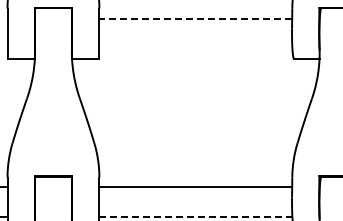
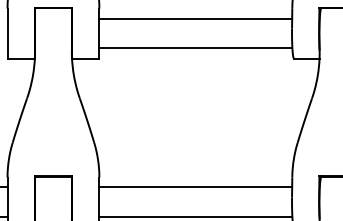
line at (195, 18): dashed -> solid
line at (195, 47): none -> present
line at (196, 216): dashed -> solid
